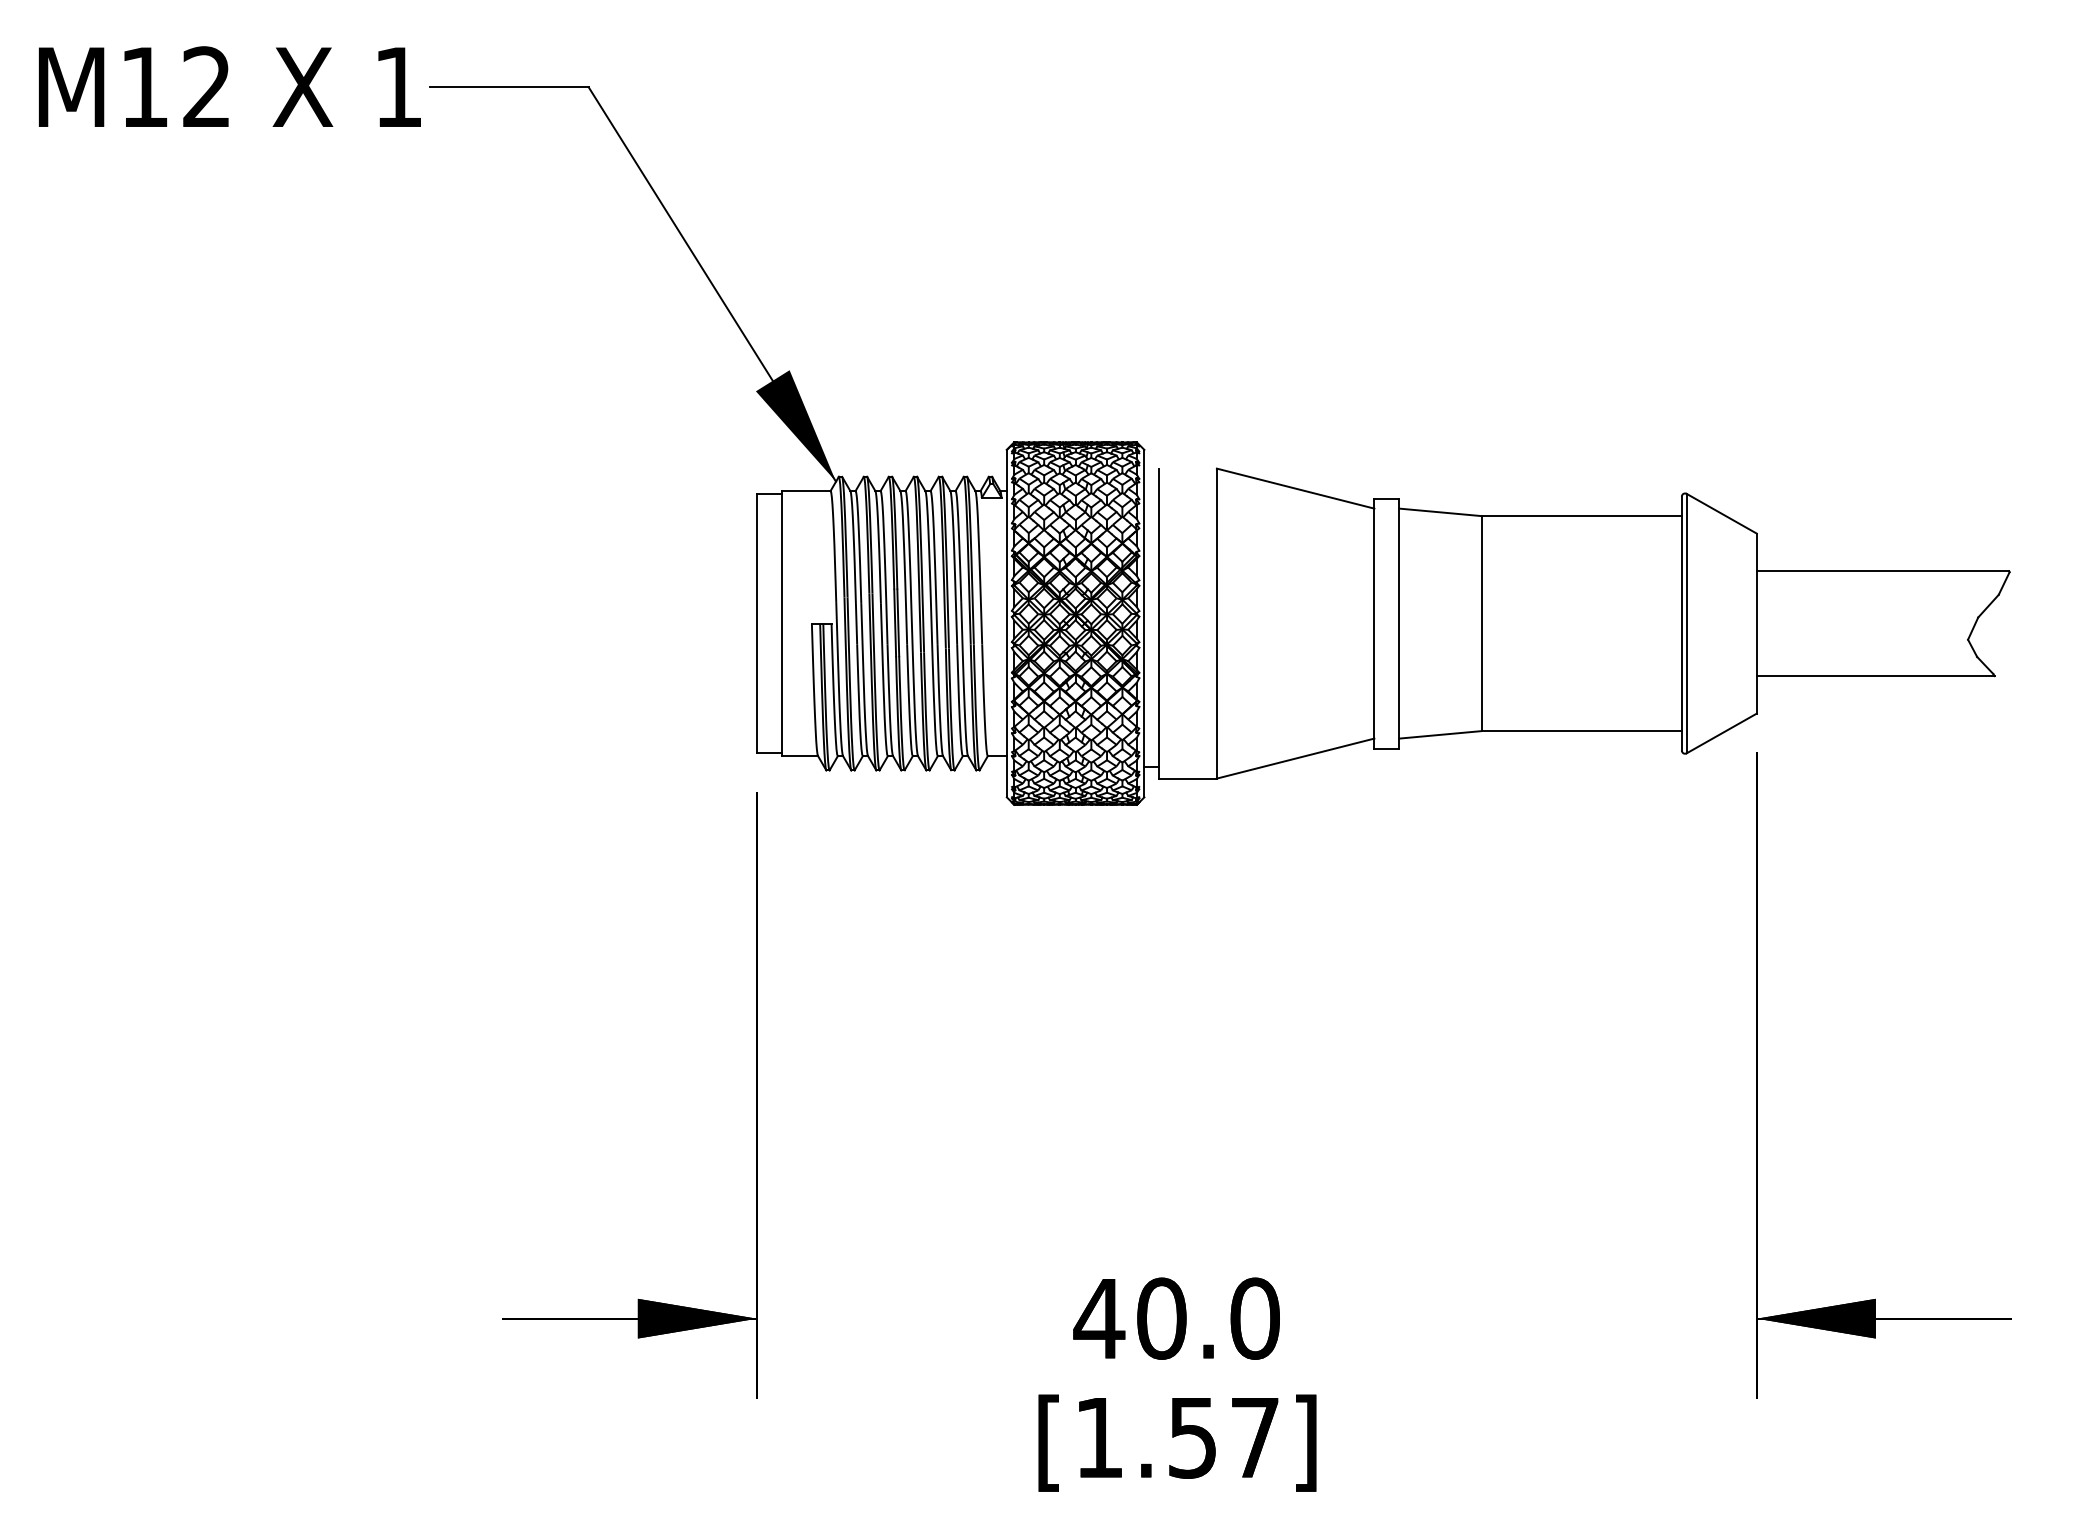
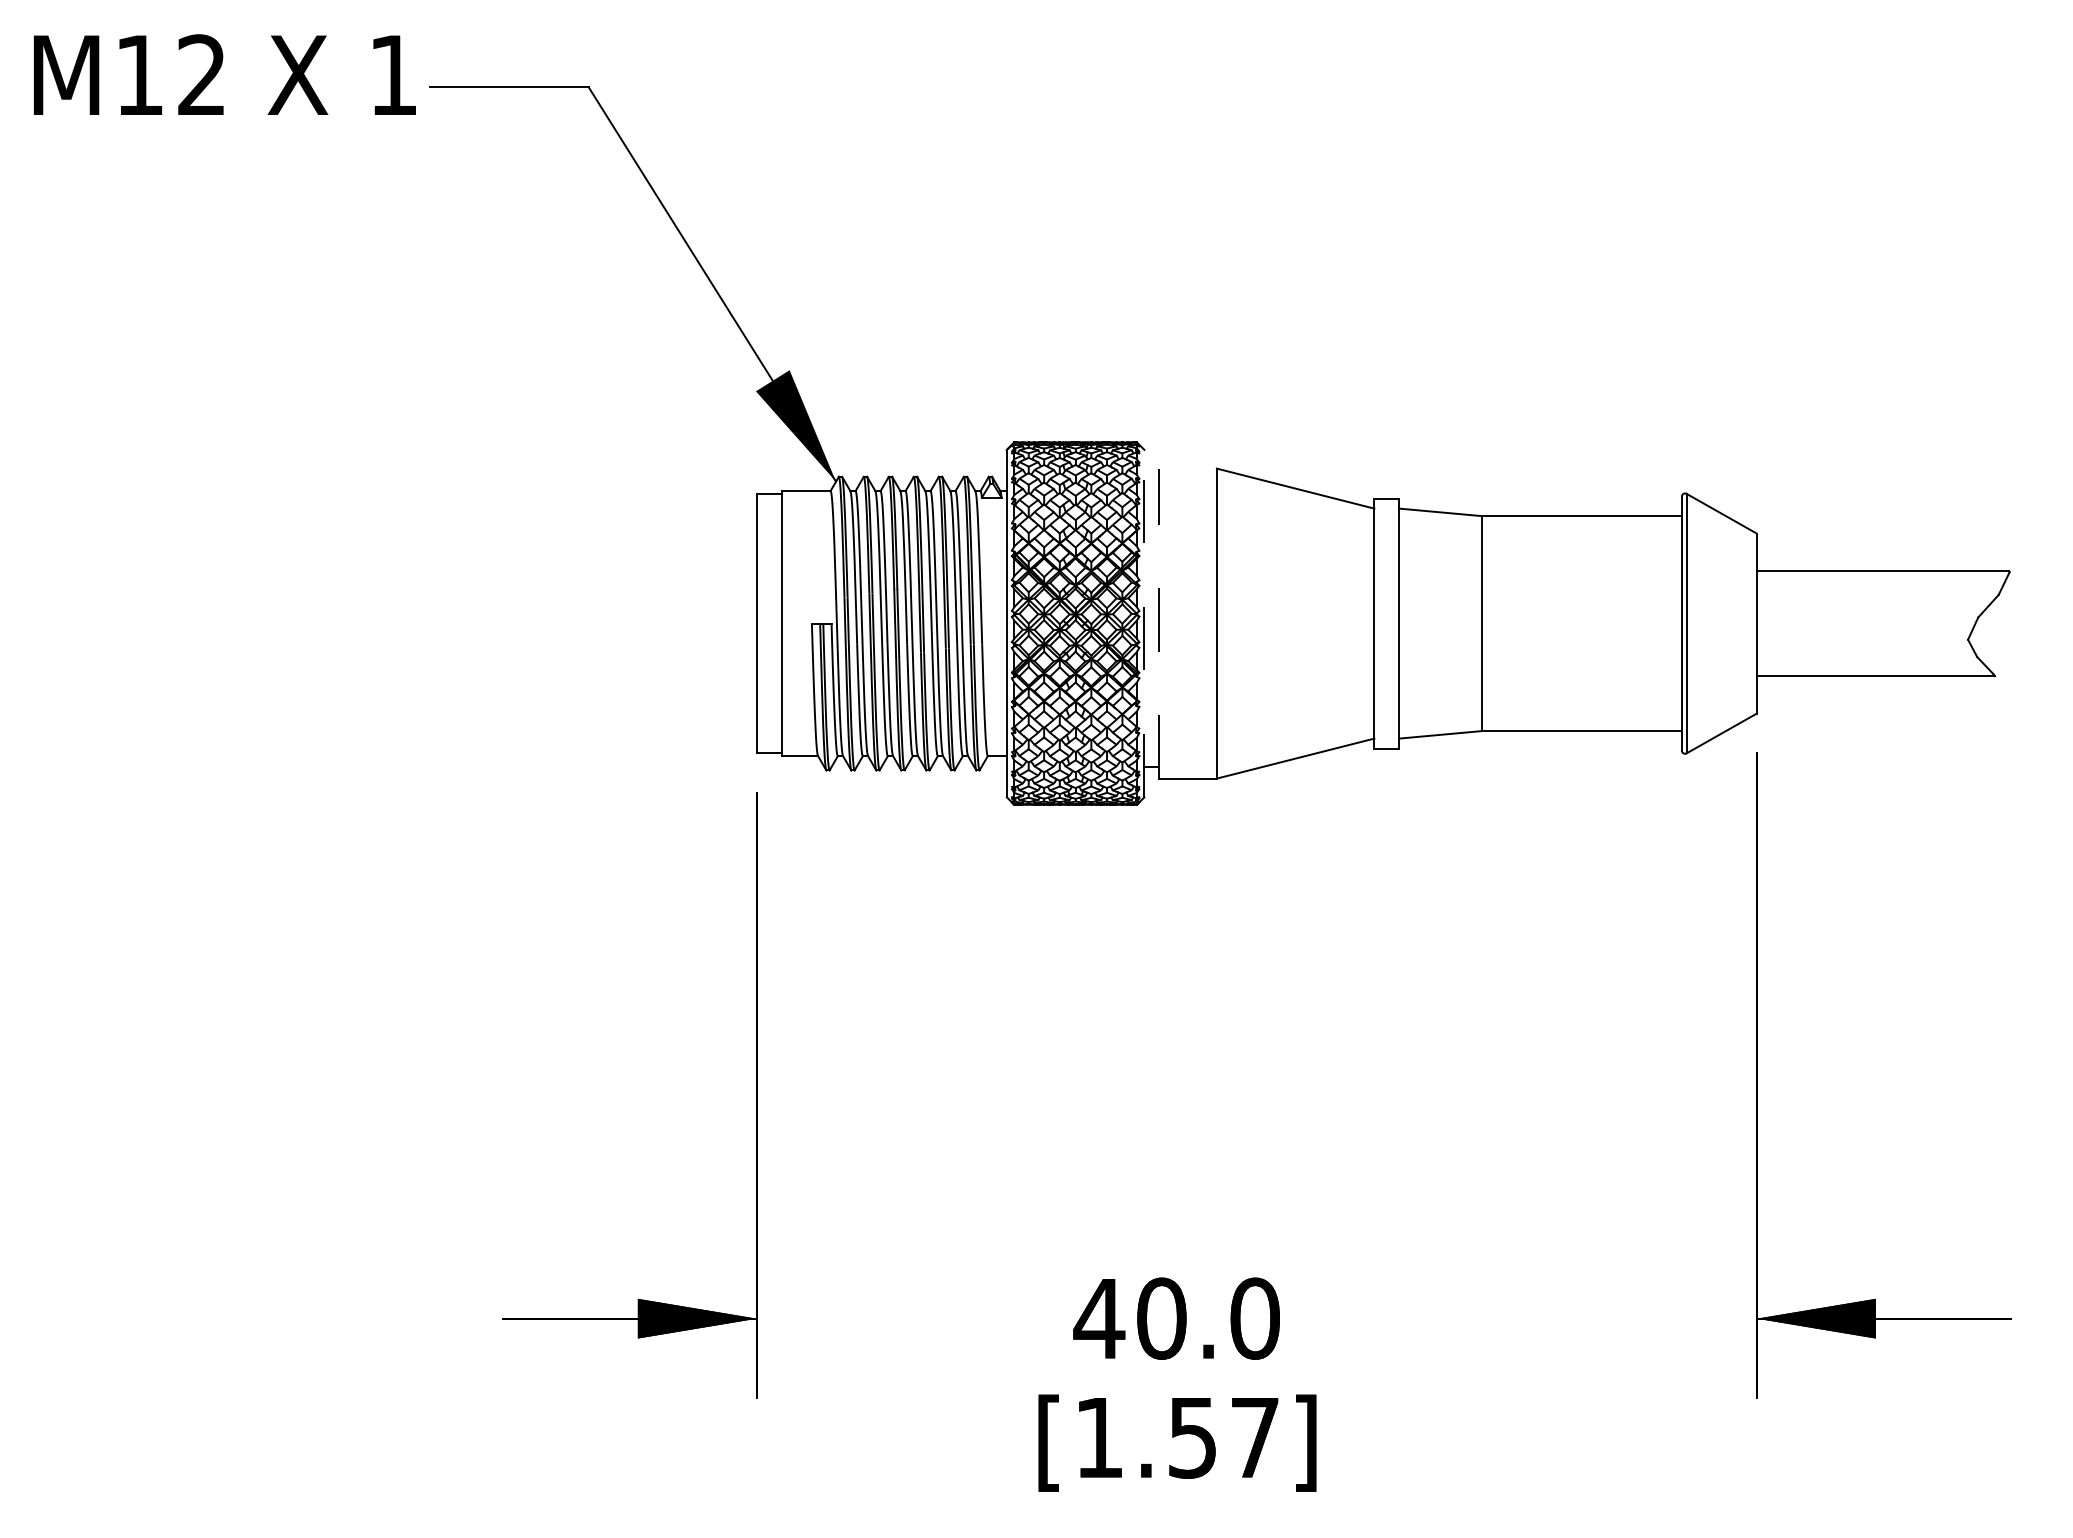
text at (229, 86) position: (229, 86) -> (224, 74)
line at (1144, 623): solid -> dashed
line at (1159, 623): solid -> dashed
